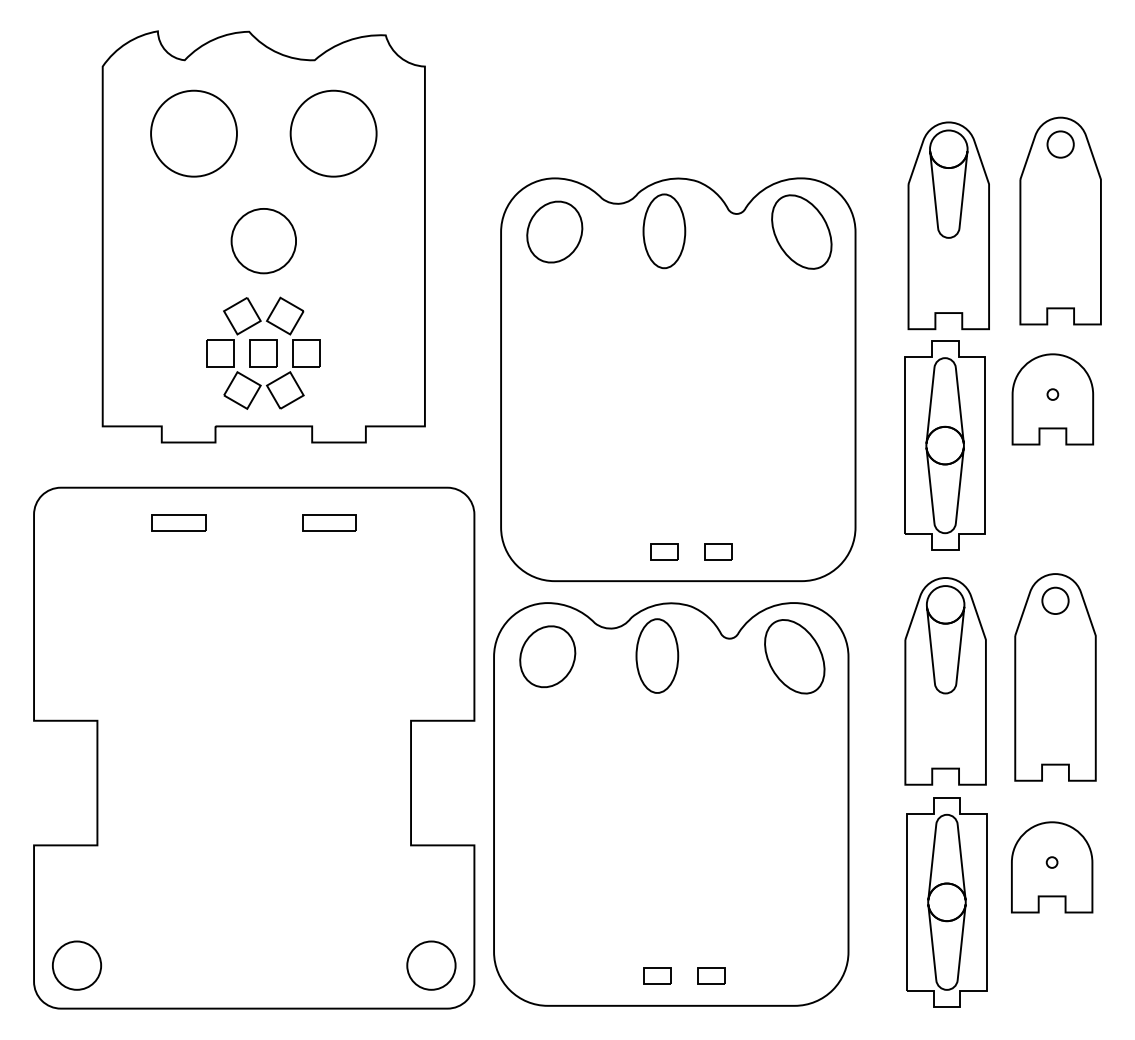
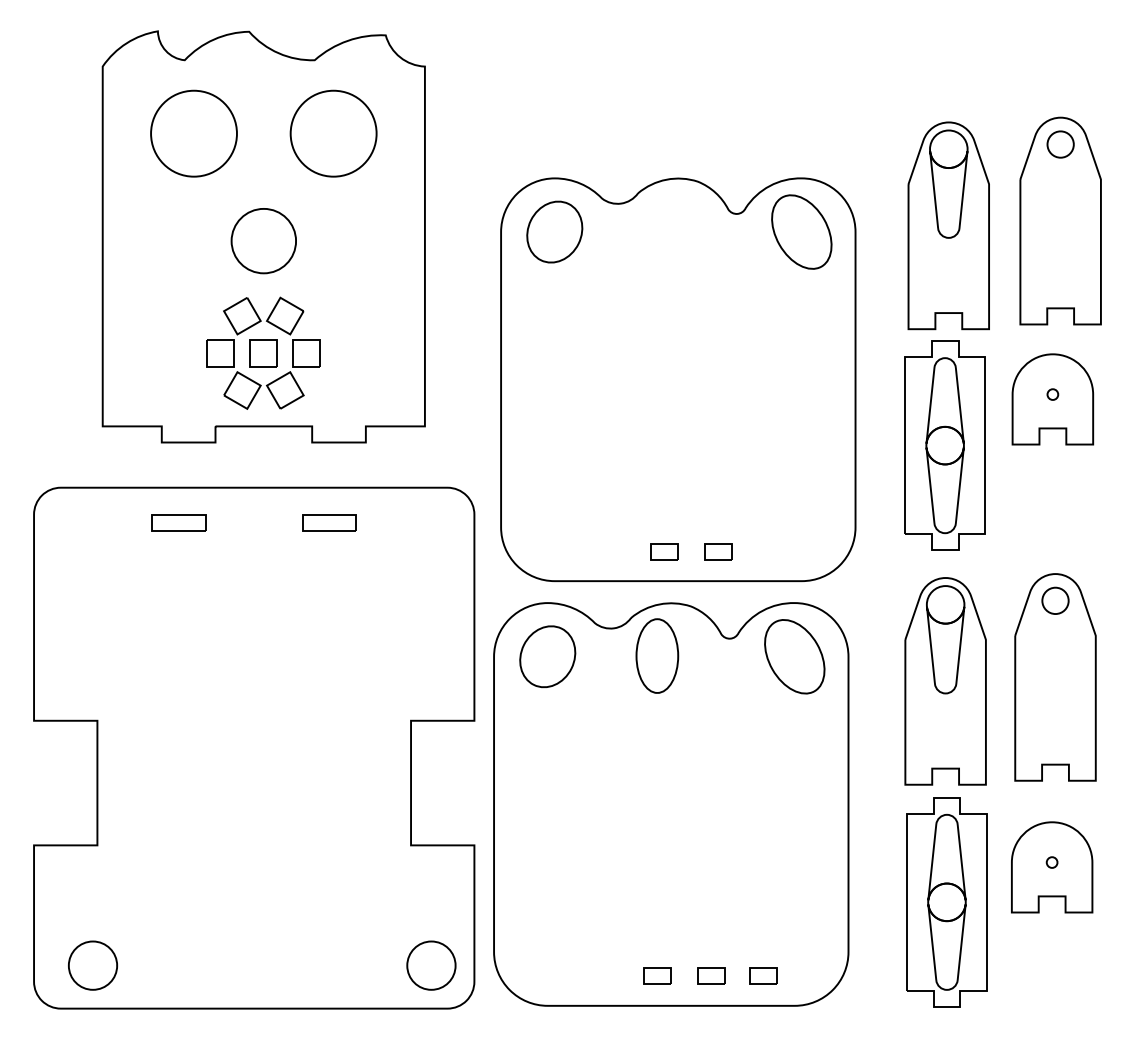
part at (664, 231): present -> none
circle at (77, 965) position: (77, 965) -> (93, 965)
part at (763, 975): none -> present
